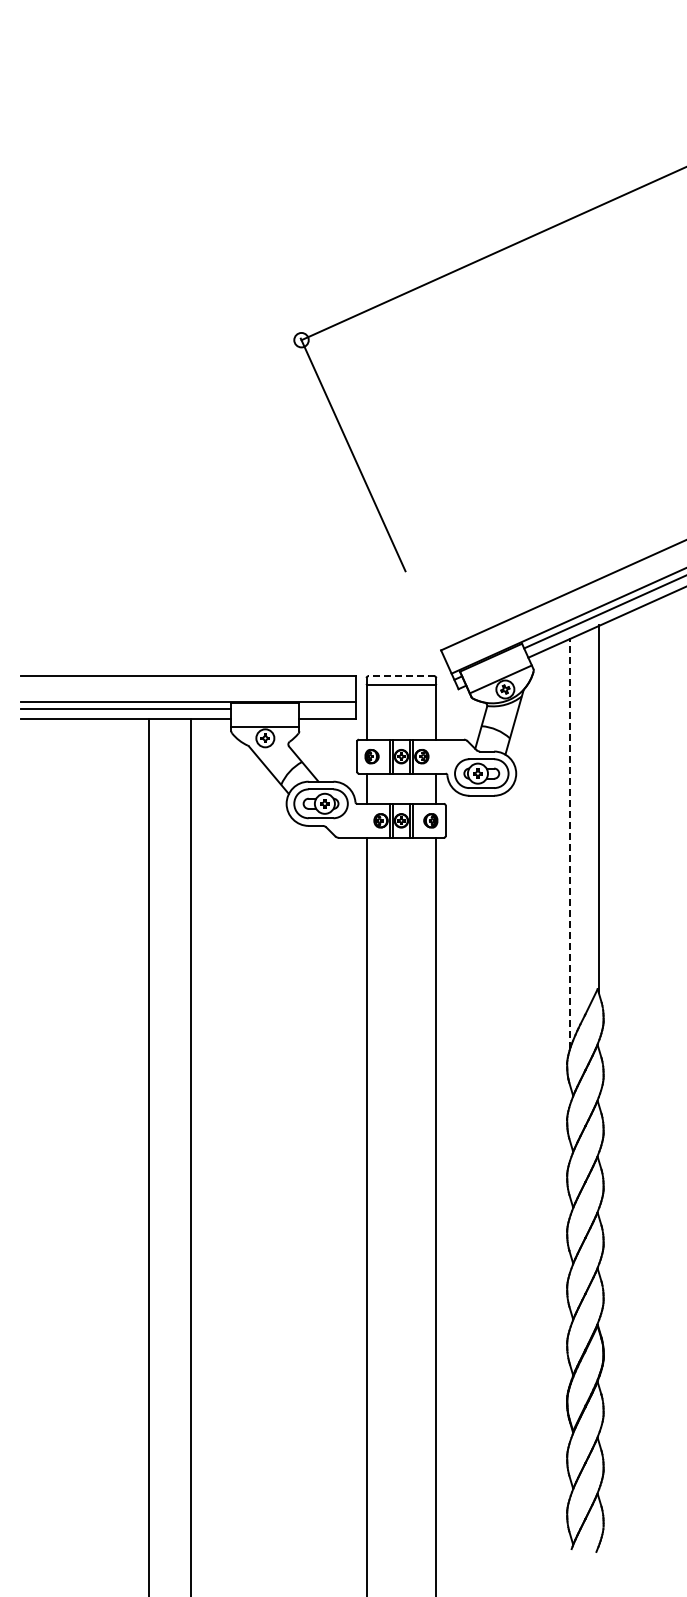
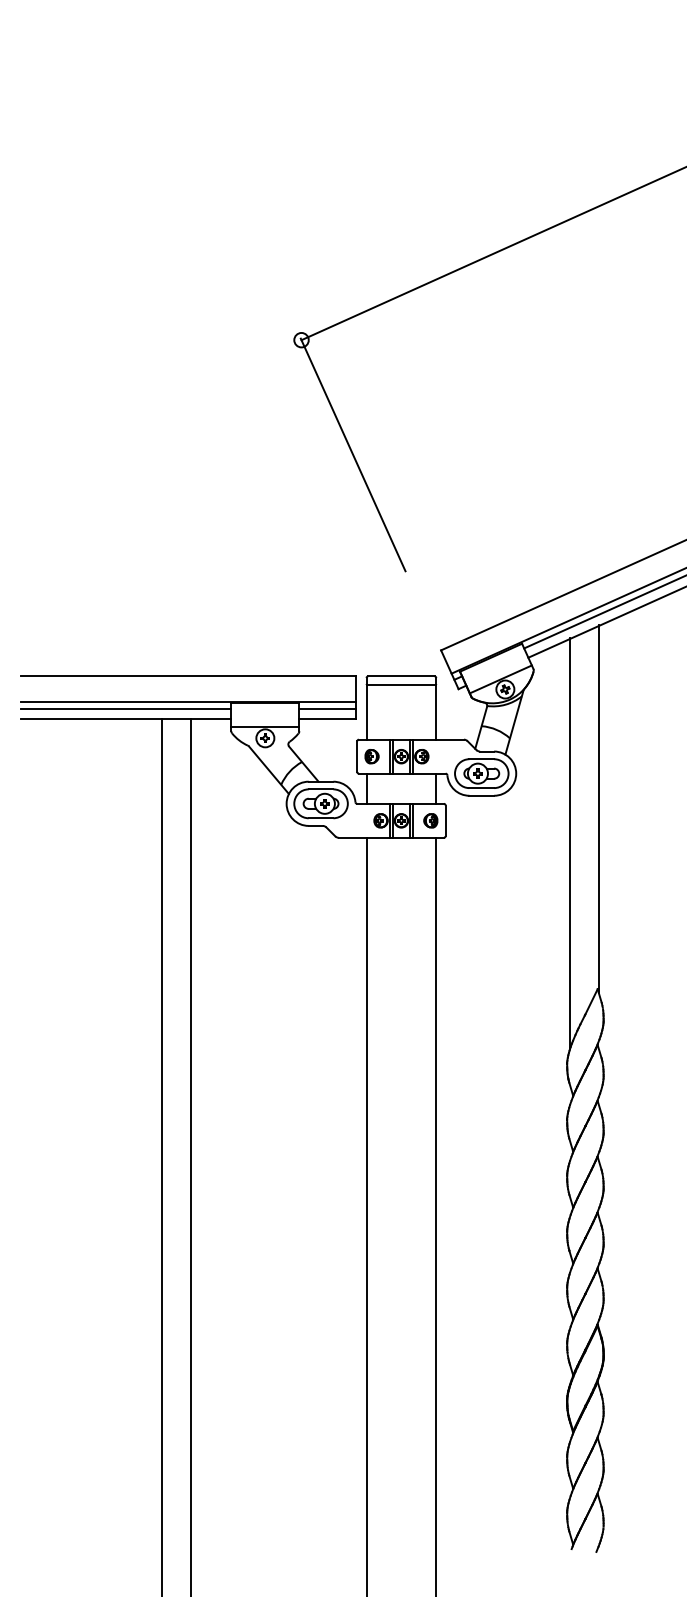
line at (400, 676): dashed -> solid
line at (327, 708): none -> present
line at (569, 843): dashed -> solid
line at (149, 1155) position: (149, 1155) -> (162, 1155)
